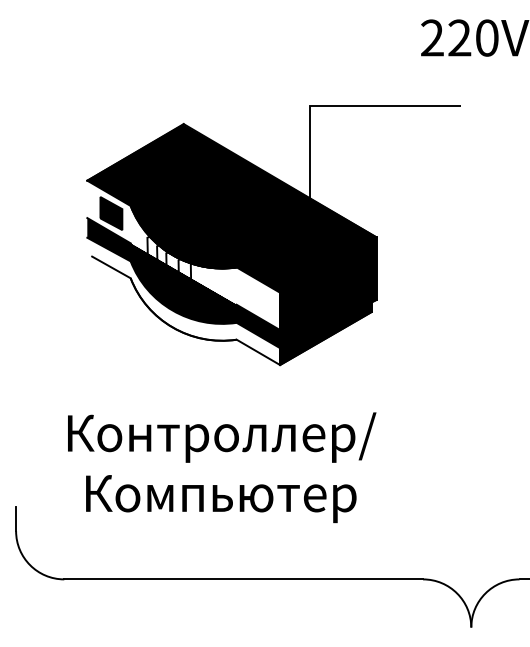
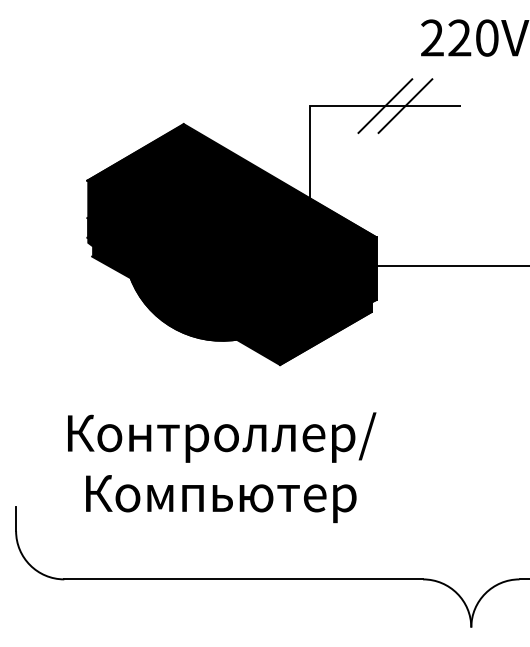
line at (385, 105): none -> present
line at (405, 105): none -> present
line at (443, 265): none -> present
fill at (183, 272): none -> present
